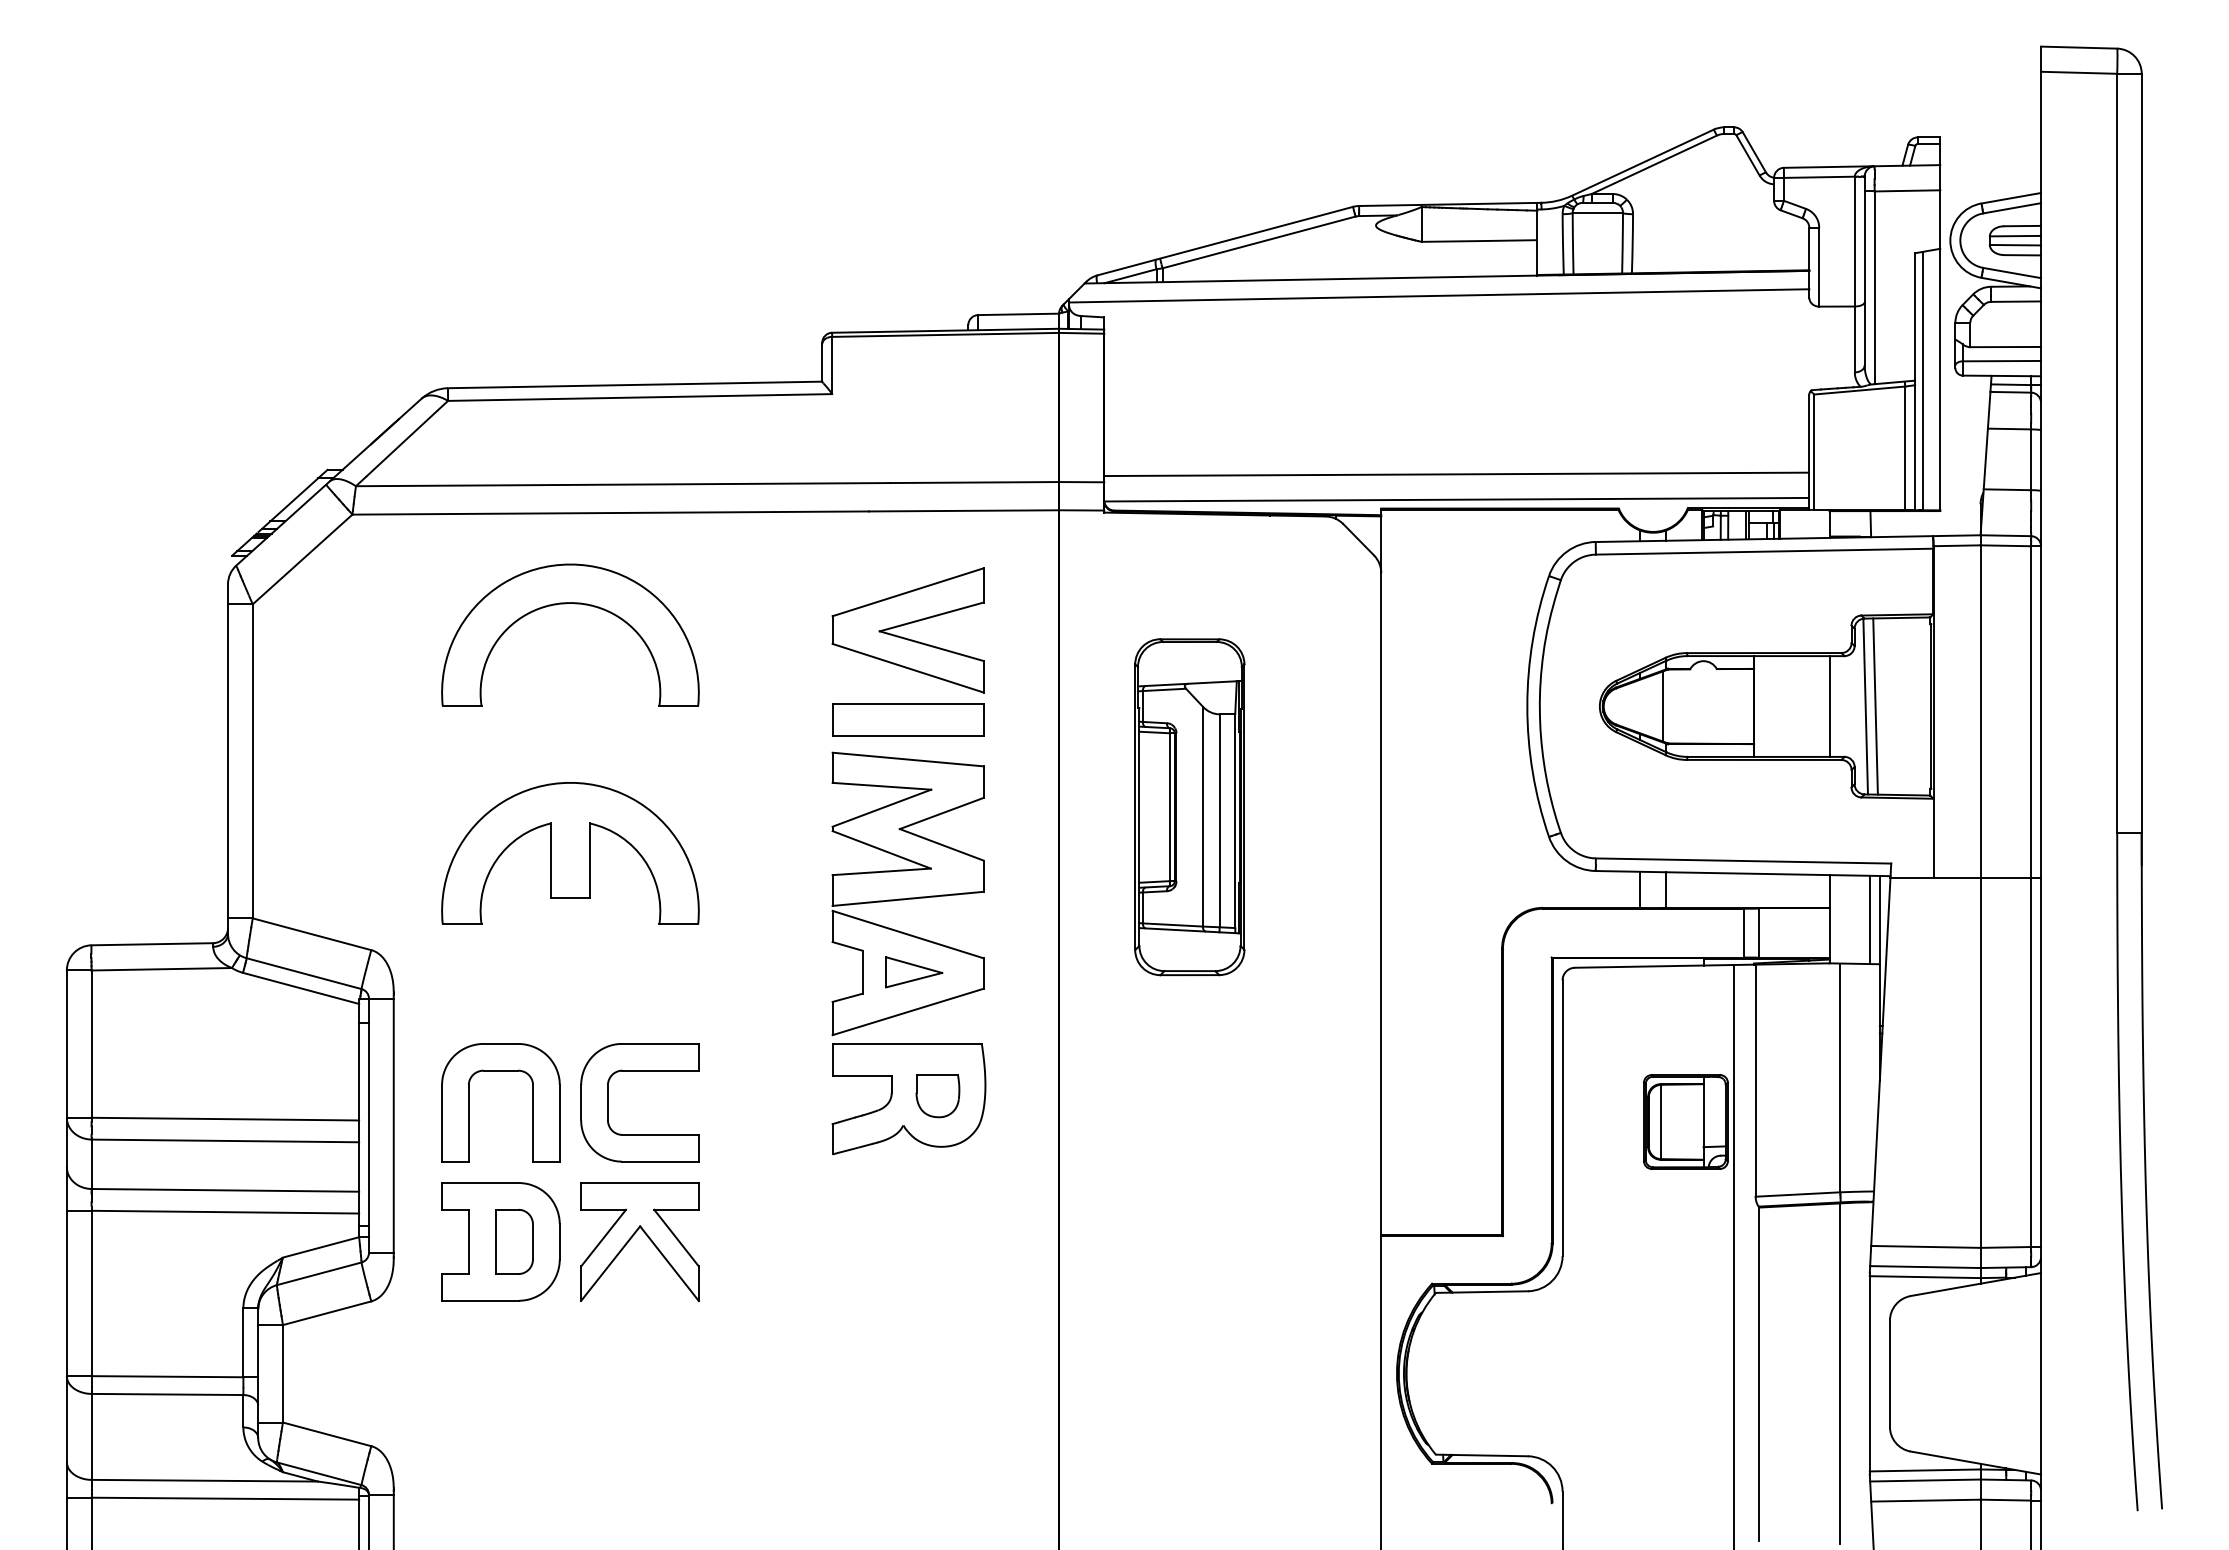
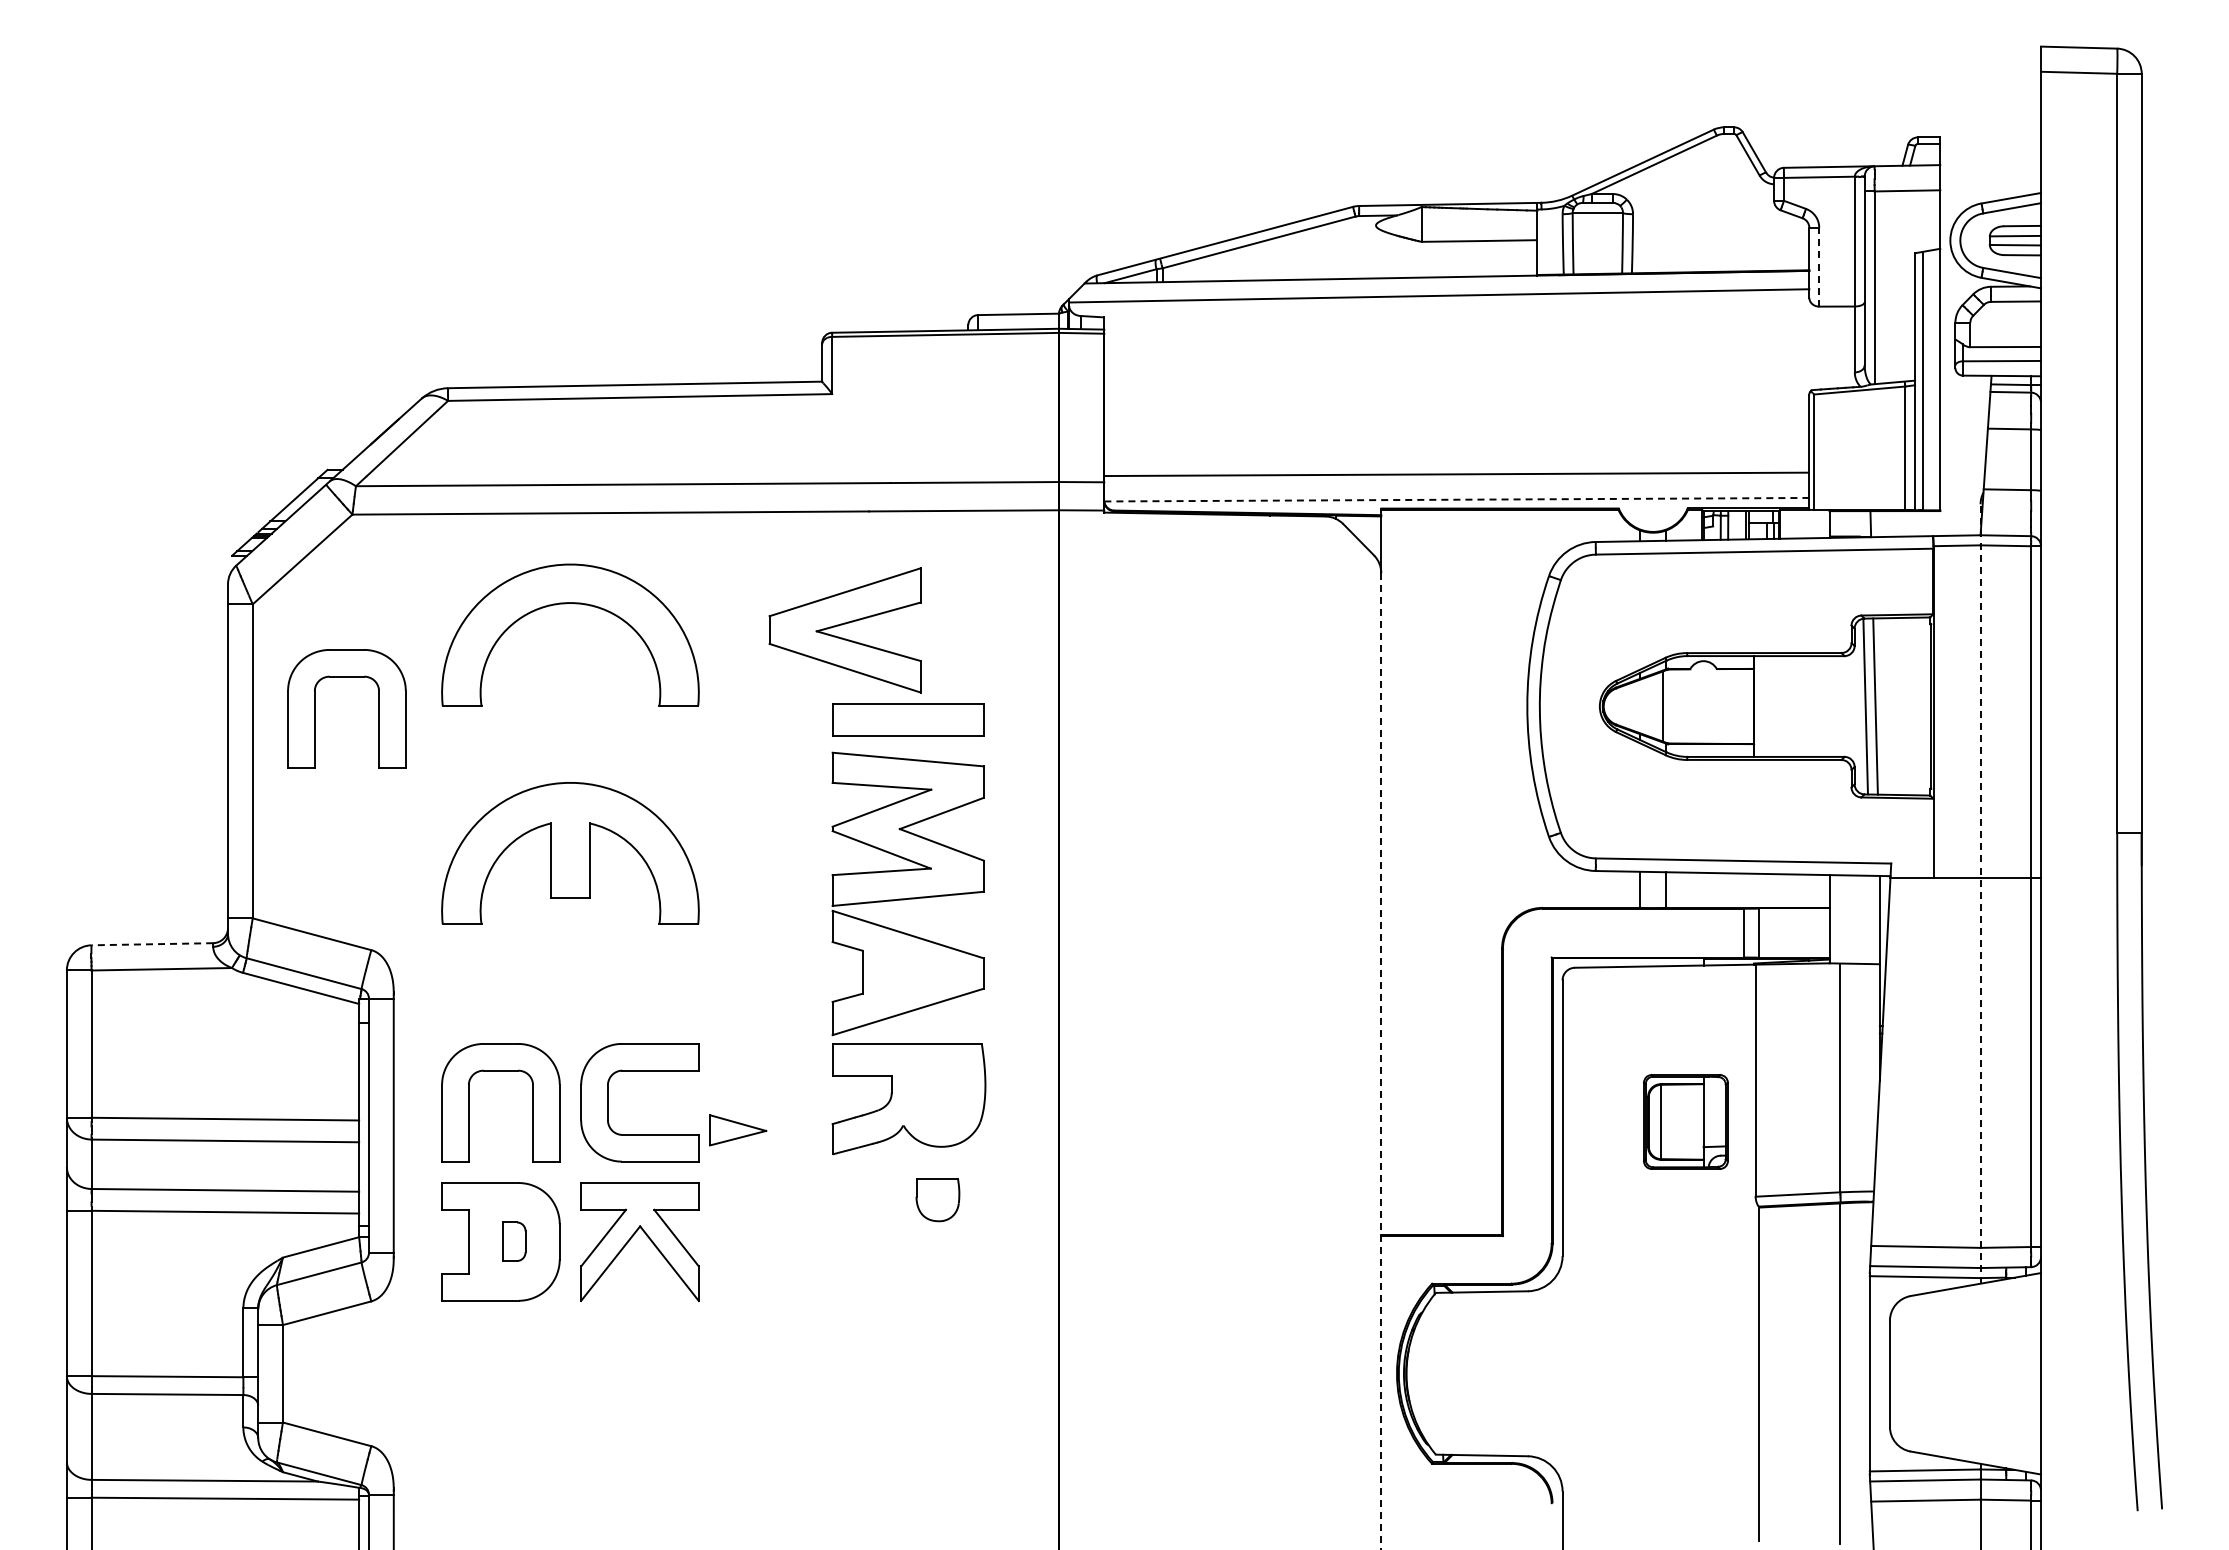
line at (1819, 266): solid -> dashed
line at (1458, 499): solid -> dashed
part at (907, 630) position: (907, 630) -> (844, 630)
part at (346, 677): none -> present
line at (1829, 706): present -> none
part at (1189, 807): present -> none
line at (1980, 894): solid -> dashed
line at (1869, 919): present -> none
line at (152, 944): solid -> dashed
part at (914, 972) position: (914, 972) -> (738, 1130)
line at (1381, 1061): solid -> dashed
part at (937, 1096) position: (937, 1096) -> (937, 1200)
part at (514, 1241) size: 39x67 px -> 25x41 px
line at (1733, 1255): present -> none
